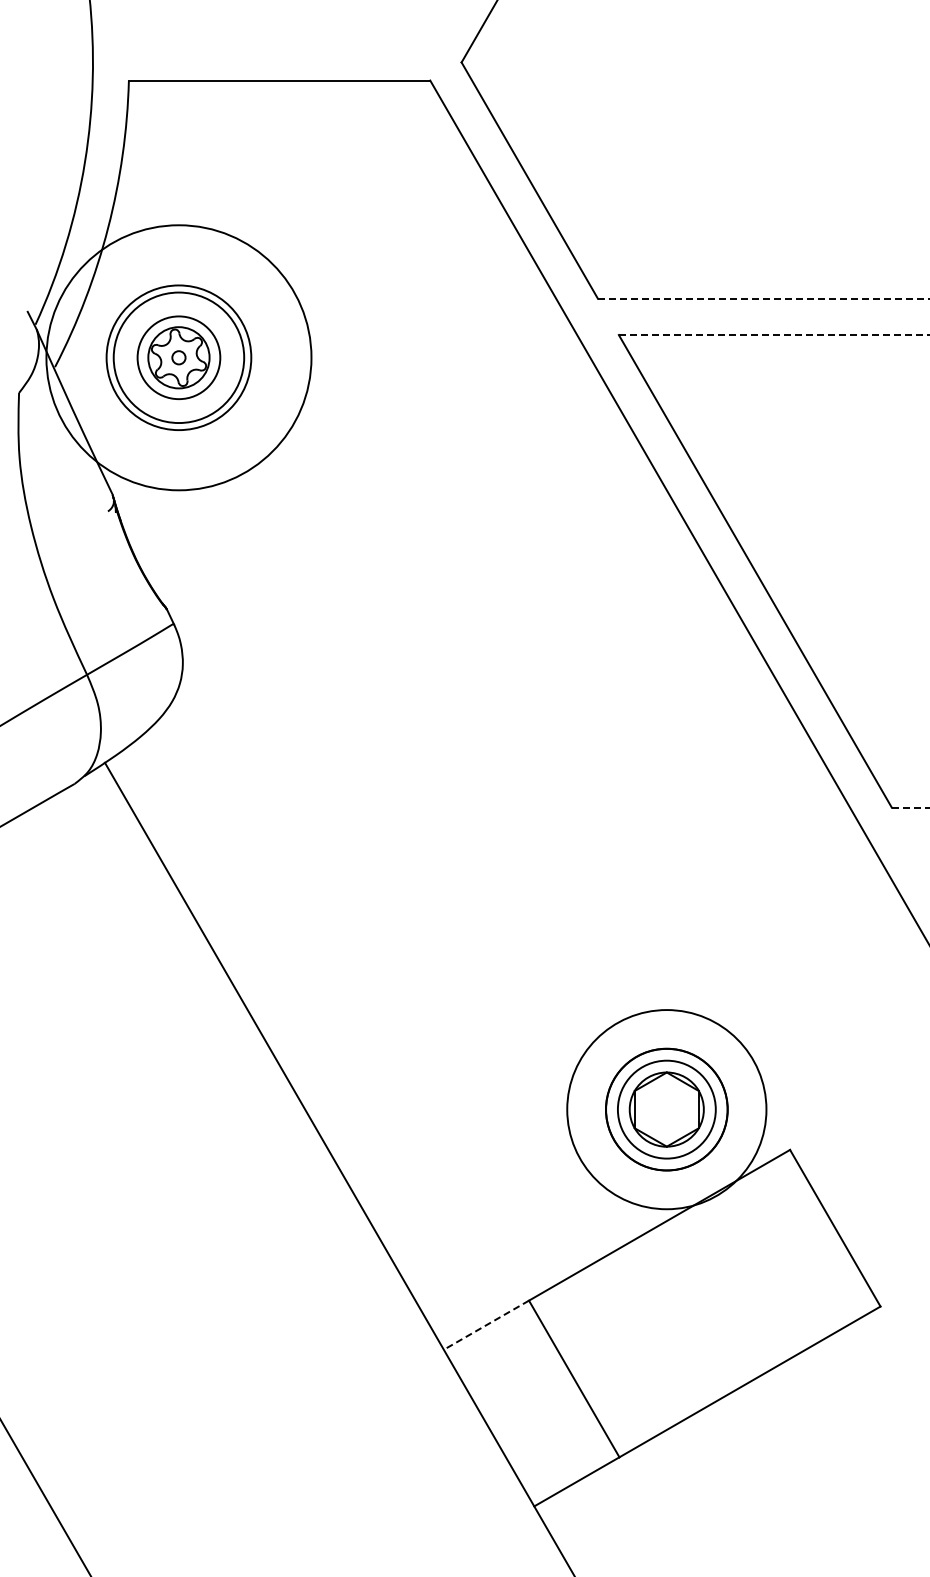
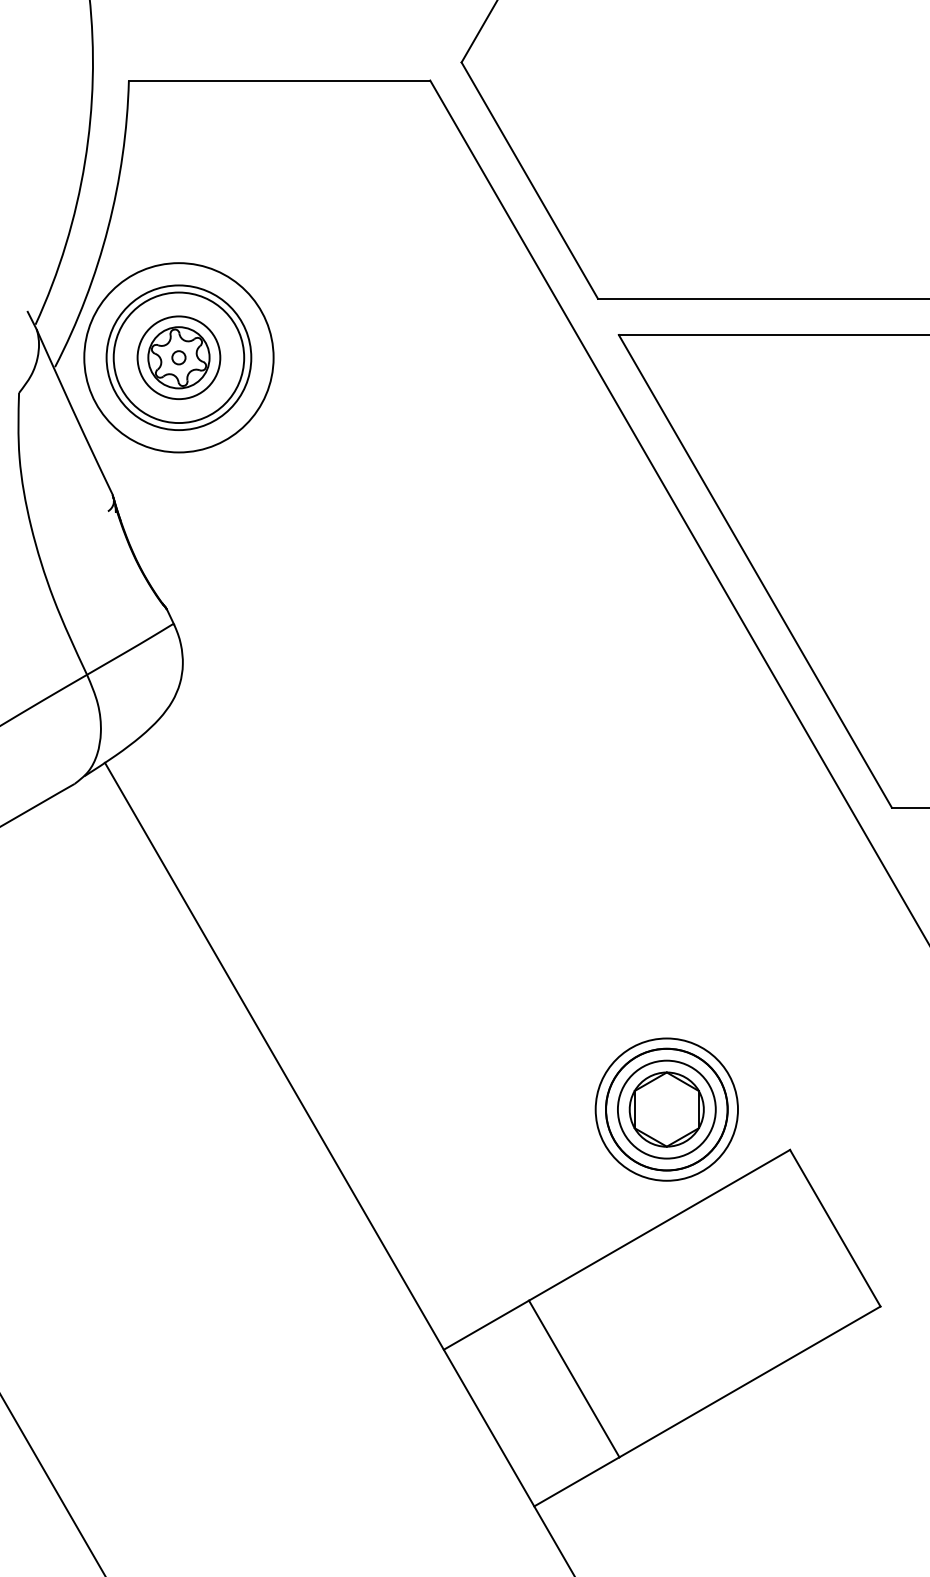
line at (763, 298): dashed -> solid
line at (774, 335): dashed -> solid
circle at (178, 357) diameter: 265 px -> 189 px
line at (911, 807): dashed -> solid
circle at (666, 1109) diameter: 199 px -> 142 px
line at (486, 1325): dashed -> solid
line at (45, 1497) position: (45, 1497) -> (52, 1485)
